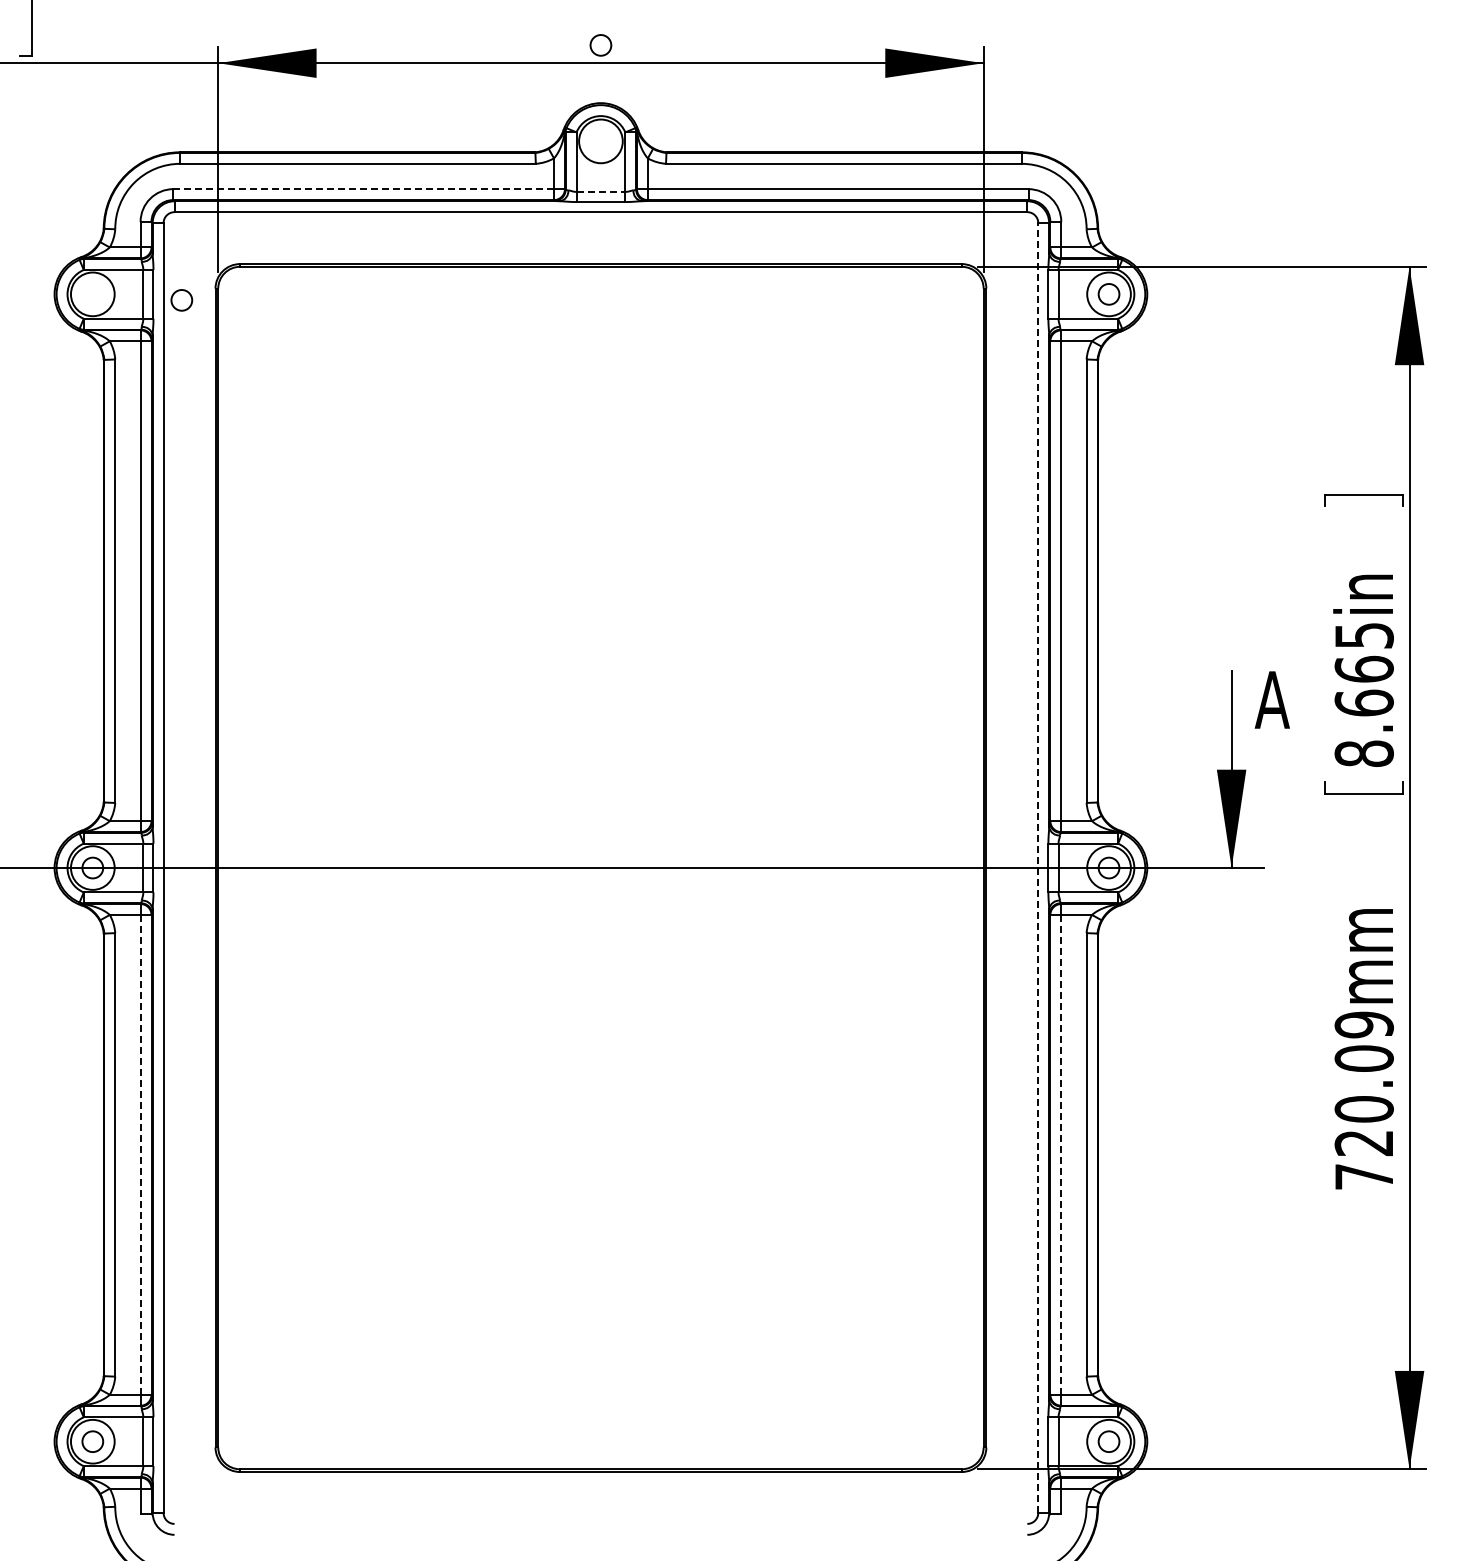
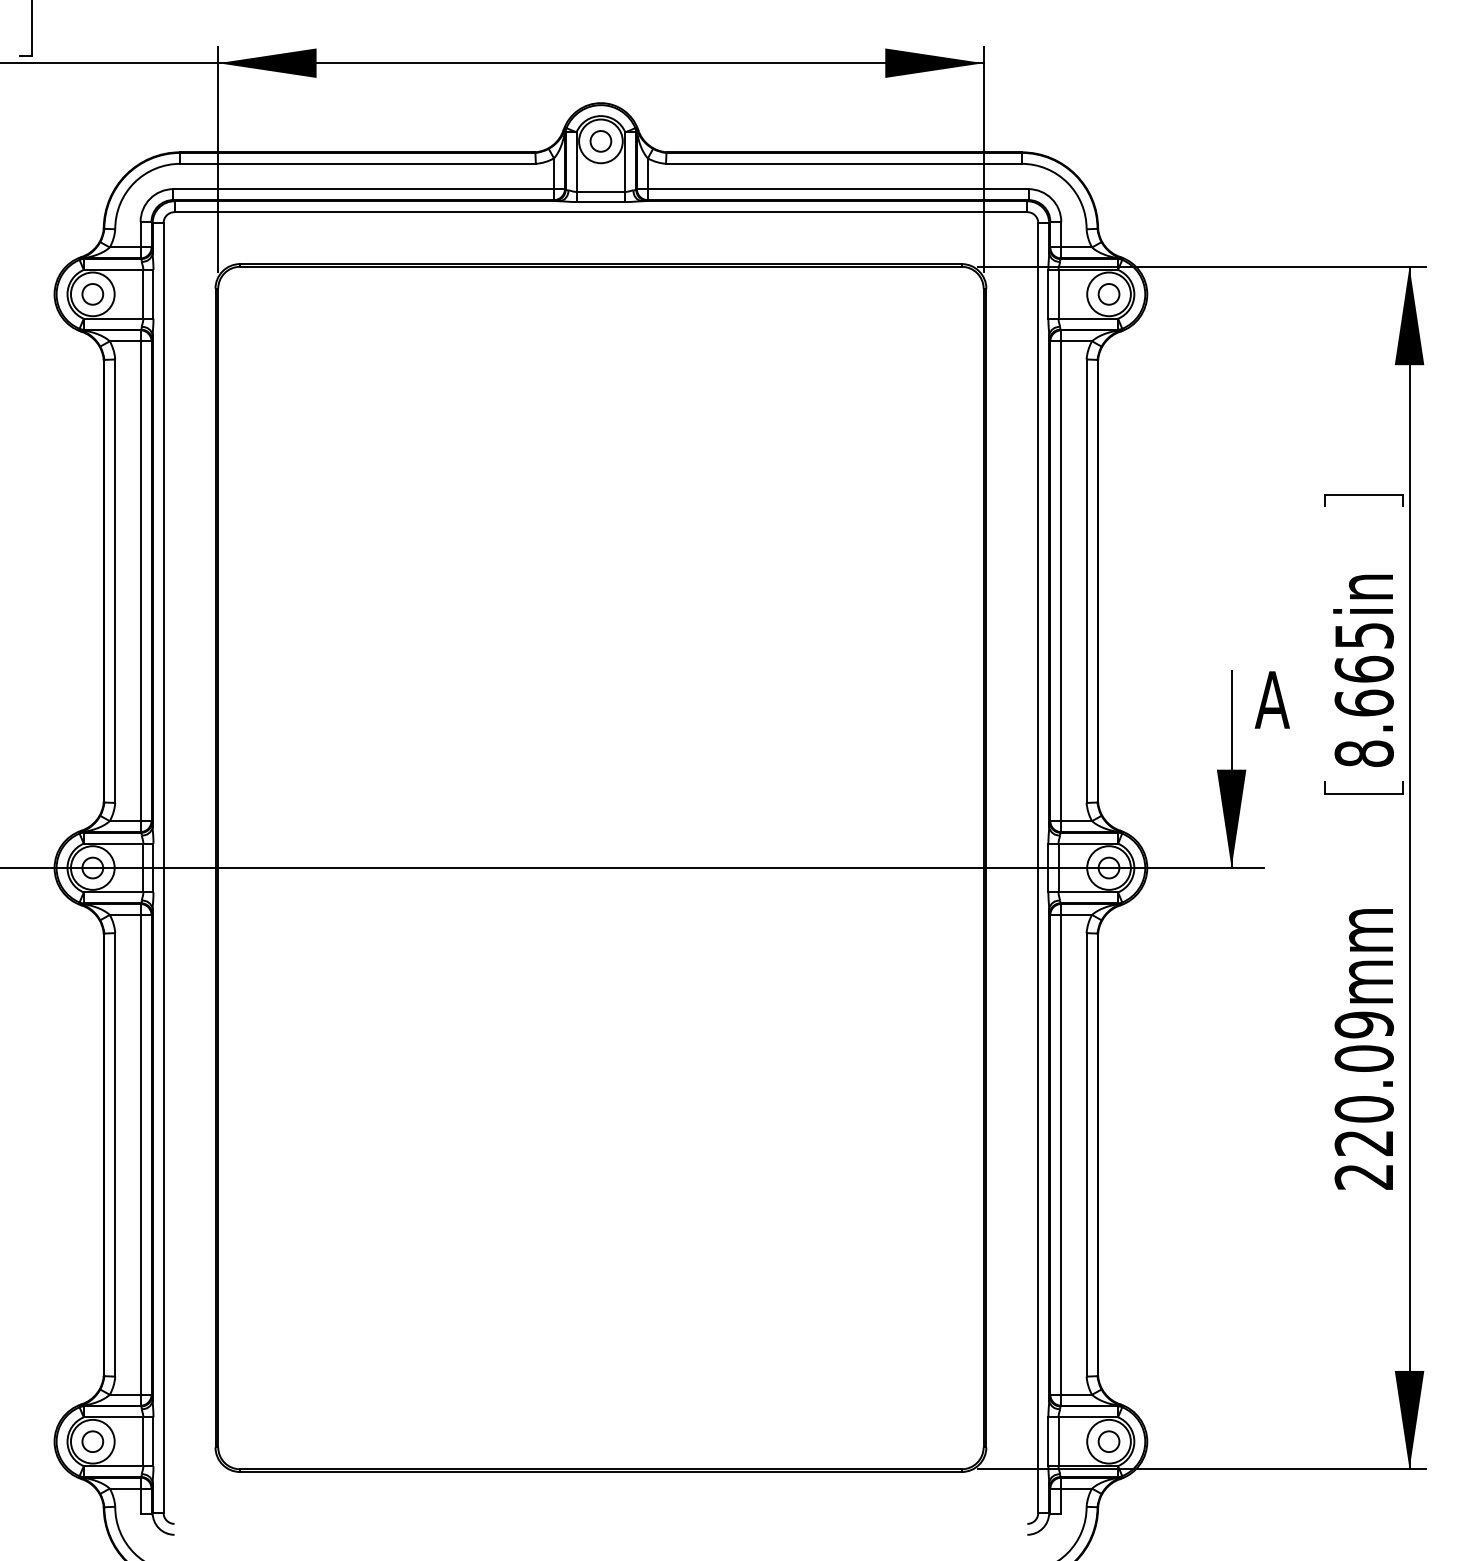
circle at (600, 45) position: (600, 45) -> (600, 141)
line at (364, 189): dashed -> solid
line at (601, 191): dashed -> solid
circle at (181, 300) position: (181, 300) -> (92, 294)
line at (1038, 868): dashed -> solid
line at (140, 1154): dashed -> solid
line at (1061, 1154): dashed -> solid
text at (1363, 1176): 720.09mm -> 220.09mm
